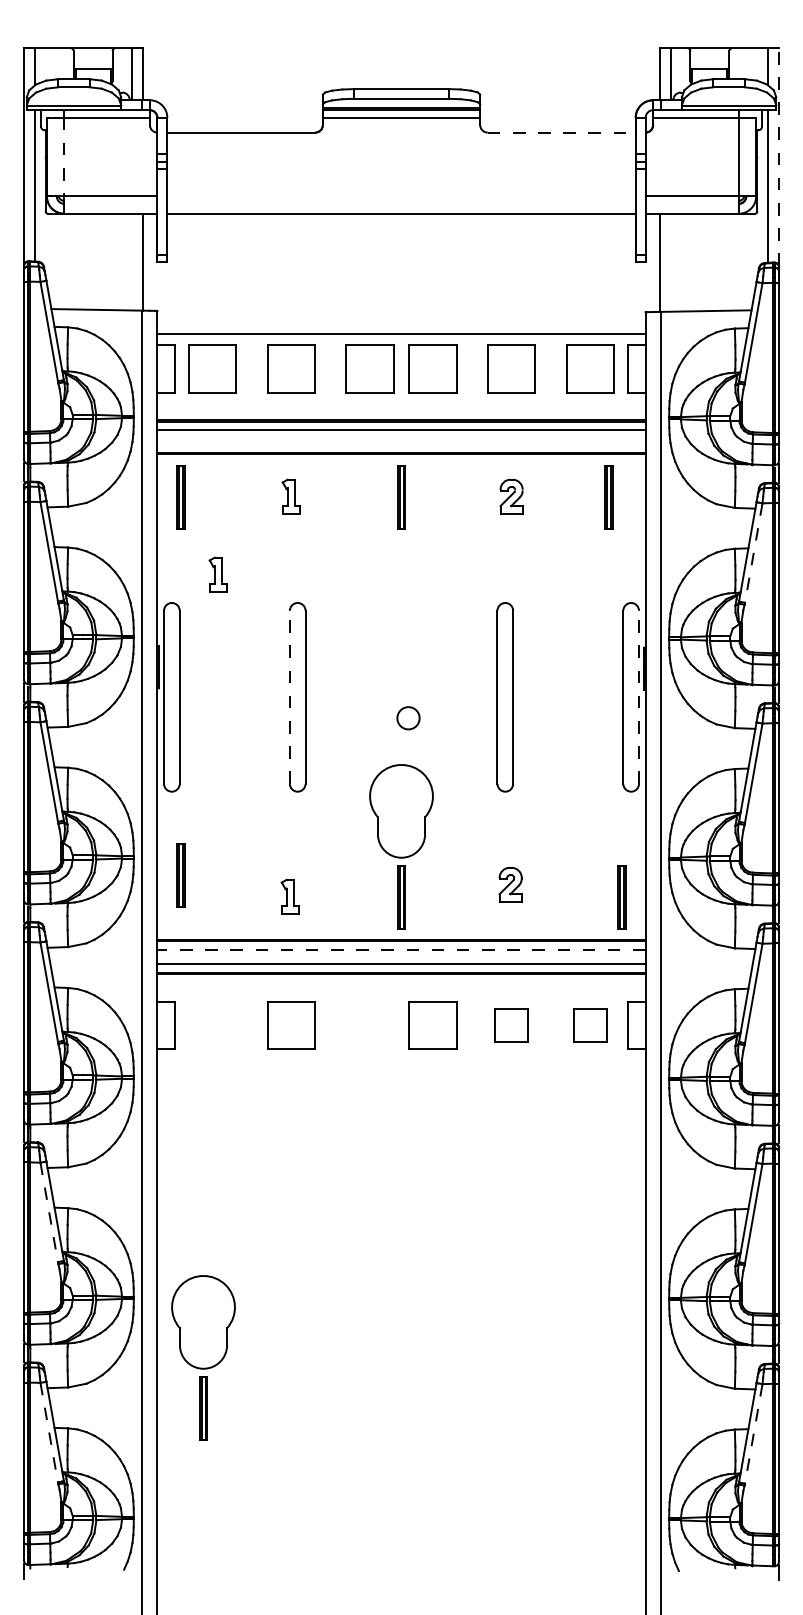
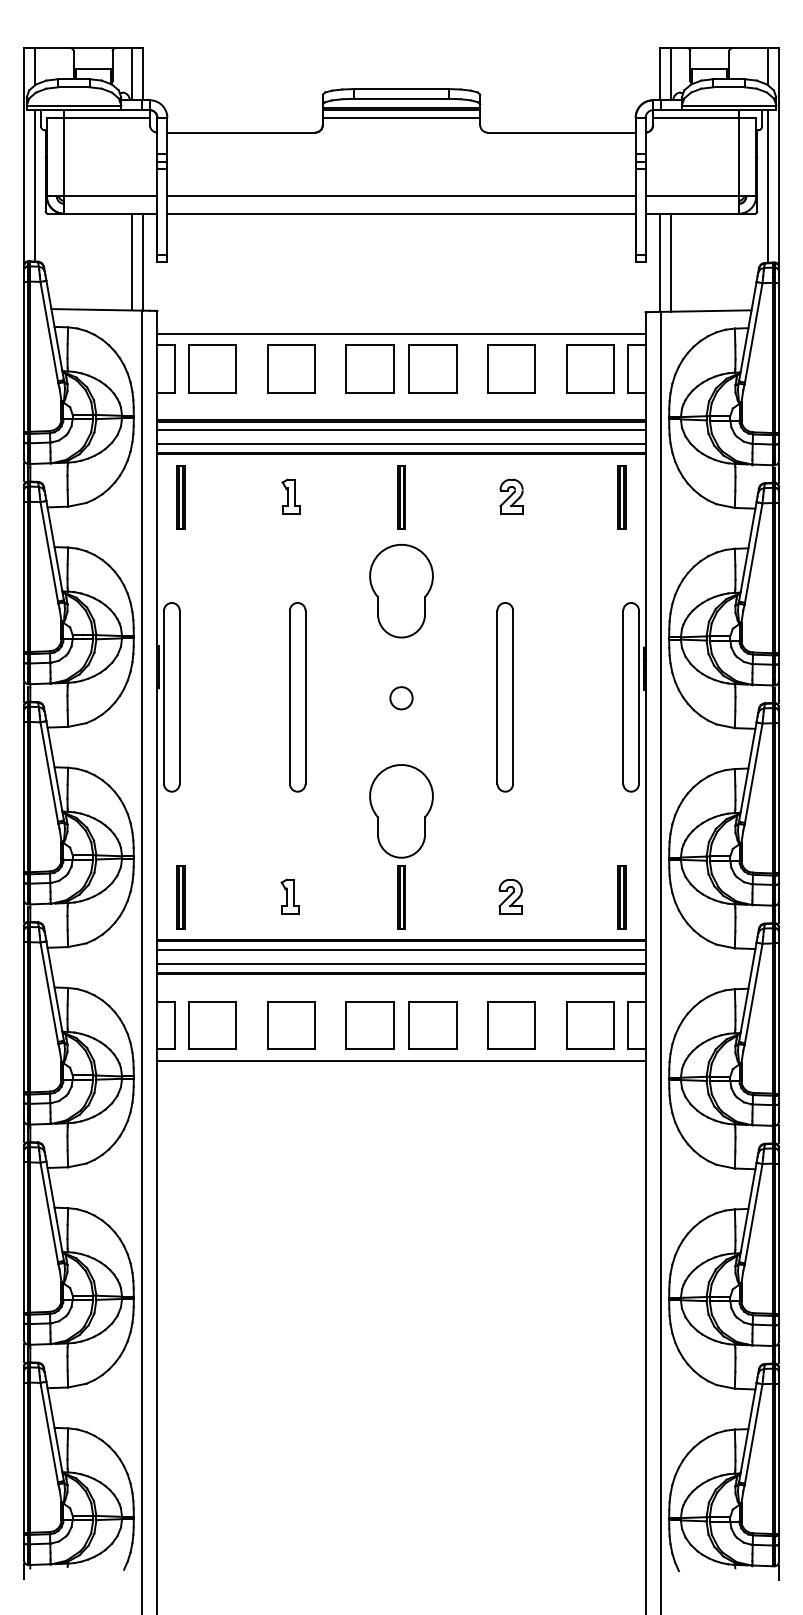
line at (562, 132): dashed -> solid
line at (64, 157): dashed -> solid
line at (778, 157): dashed -> solid
line at (401, 196): none -> present
line at (131, 261): none -> present
line at (671, 262): none -> present
line at (401, 444): none -> present
part at (608, 497) position: (608, 497) -> (621, 497)
line at (753, 553): dashed -> solid
part at (217, 574): present -> none
part at (401, 591): none -> present
line at (289, 697): dashed -> solid
line at (639, 697): dashed -> solid
circle at (408, 718) position: (408, 718) -> (401, 698)
part at (180, 875) position: (180, 875) -> (180, 897)
part at (510, 884) position: (510, 884) -> (510, 896)
line at (400, 950): dashed -> solid
part at (212, 1025): none -> present
part at (369, 1025): none -> present
part at (511, 1025) size: 35x35 px -> 49x49 px
part at (590, 1025) size: 35x35 px -> 49x49 px
line at (401, 1060): none -> present
line at (49, 1212): dashed -> solid
part at (203, 1357): present -> none
line at (49, 1433): dashed -> solid
line at (753, 1434): dashed -> solid
